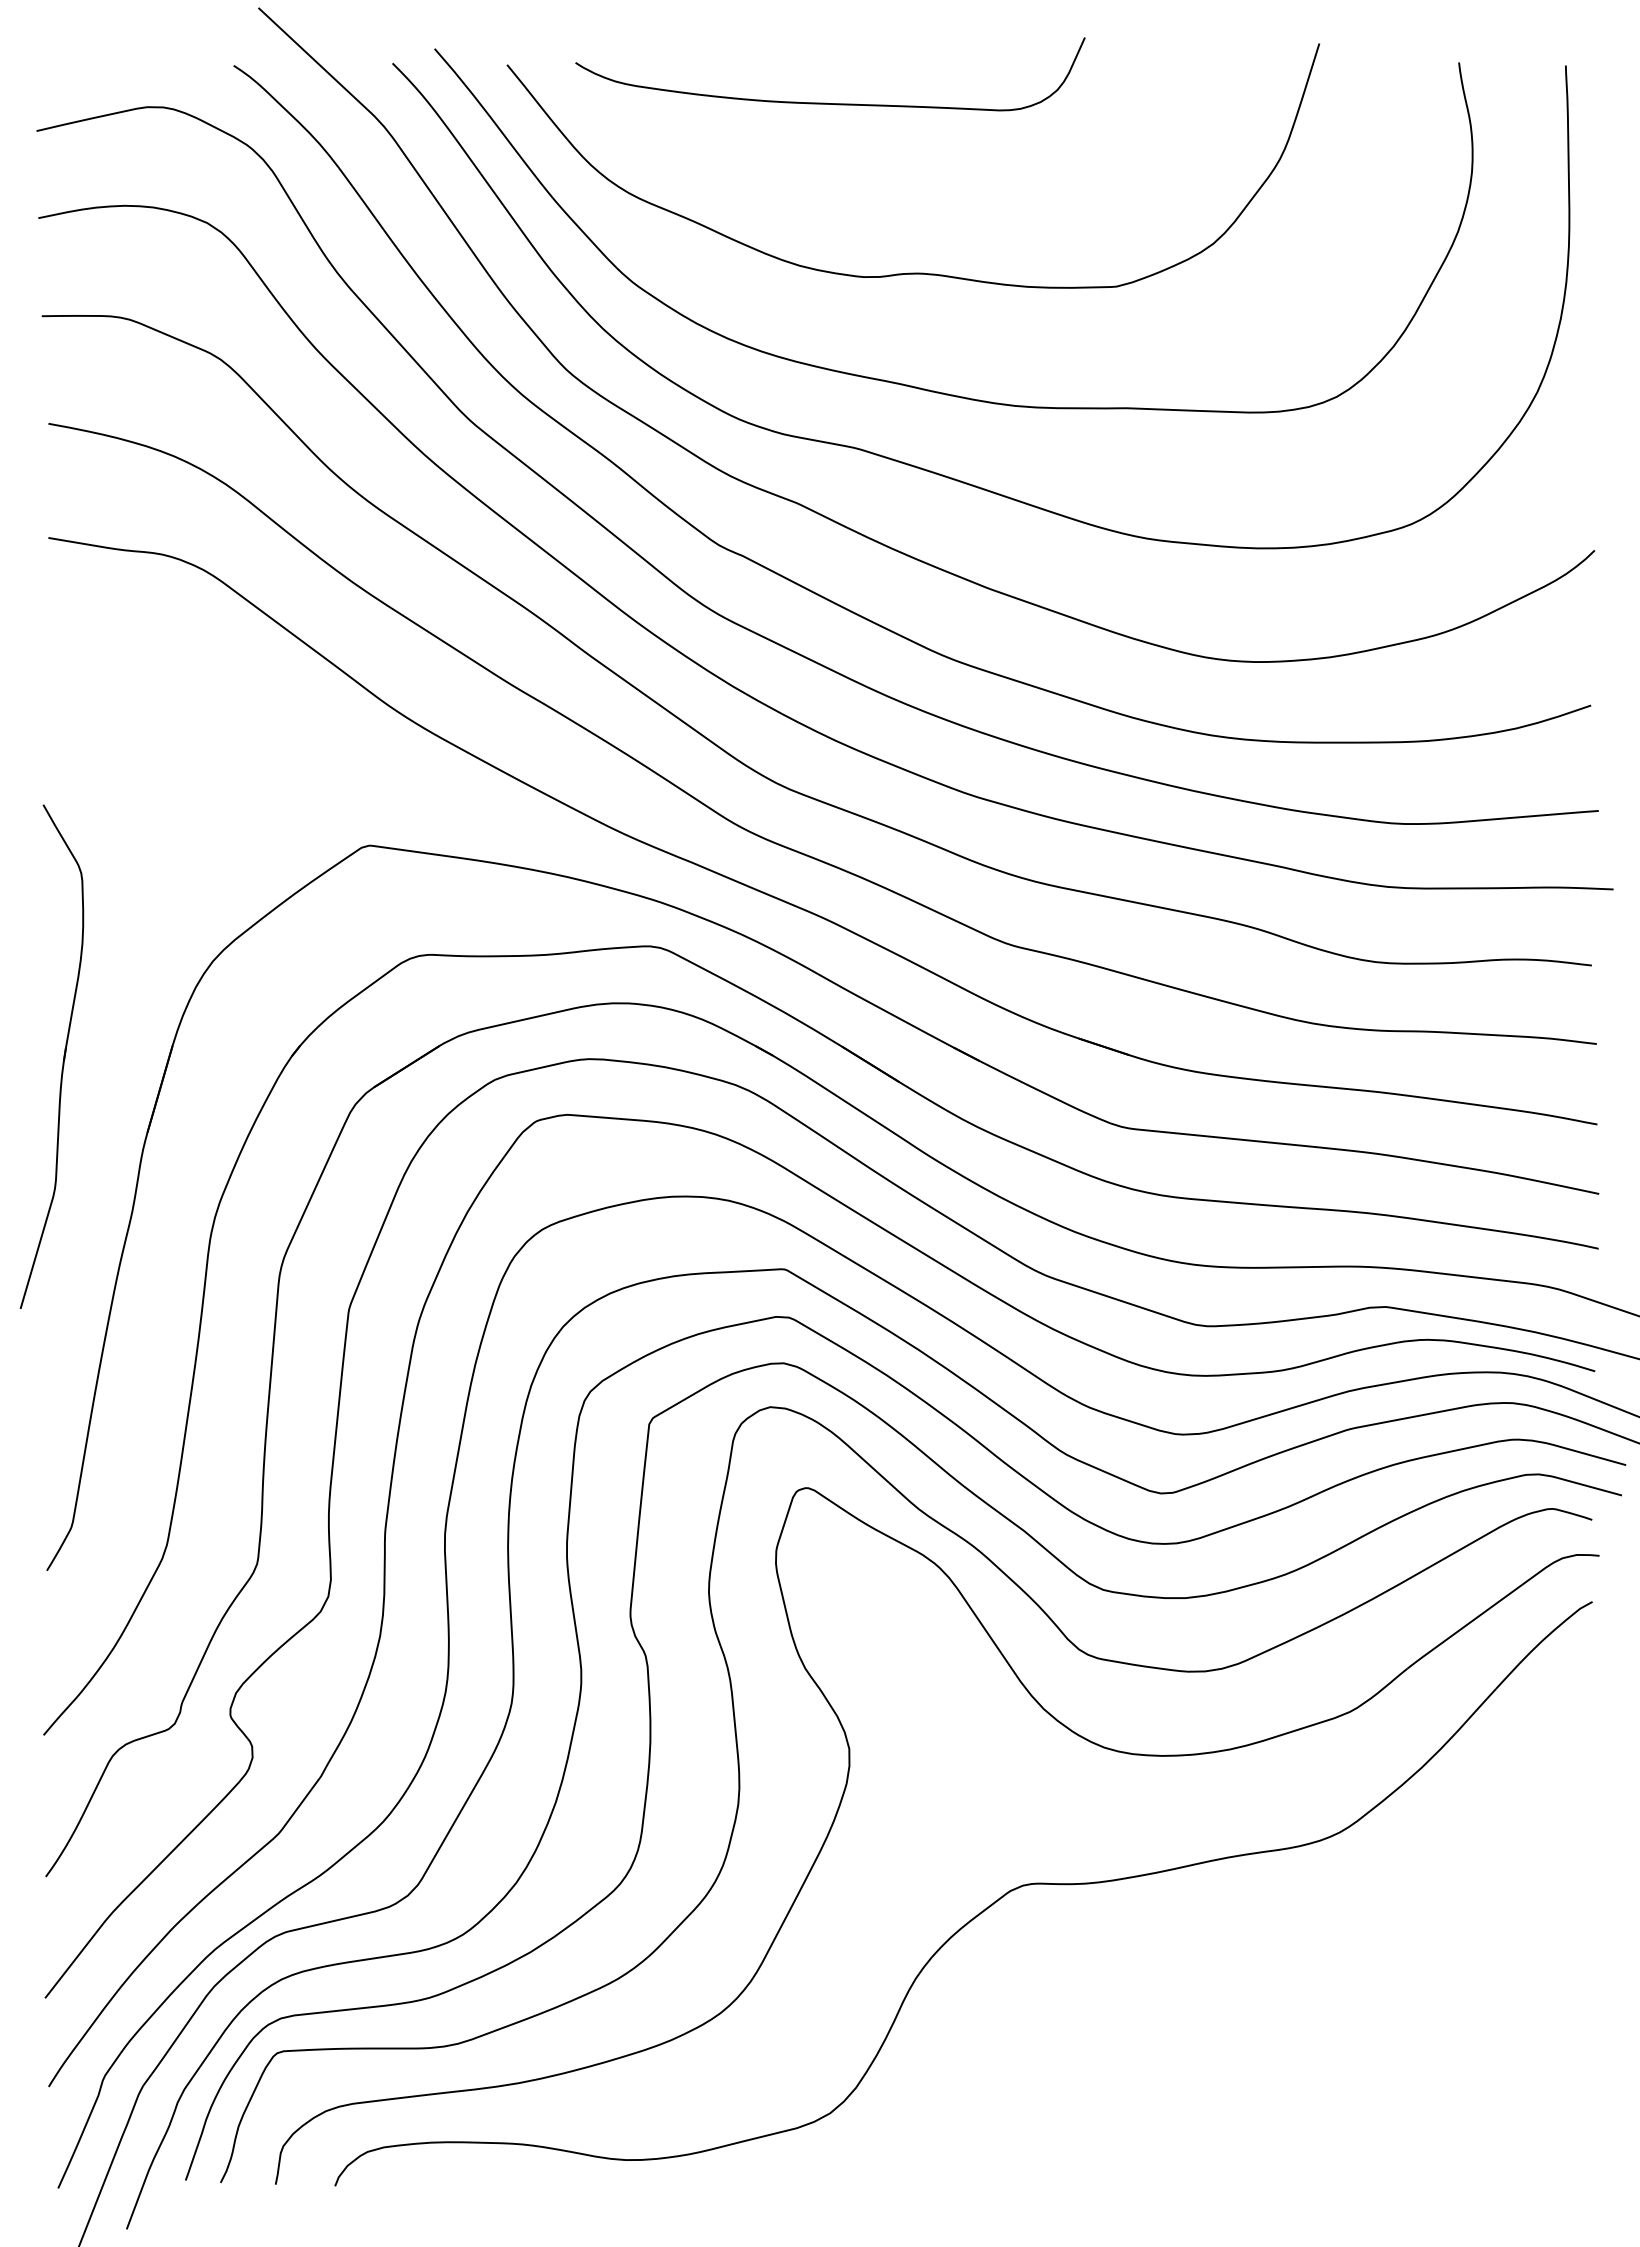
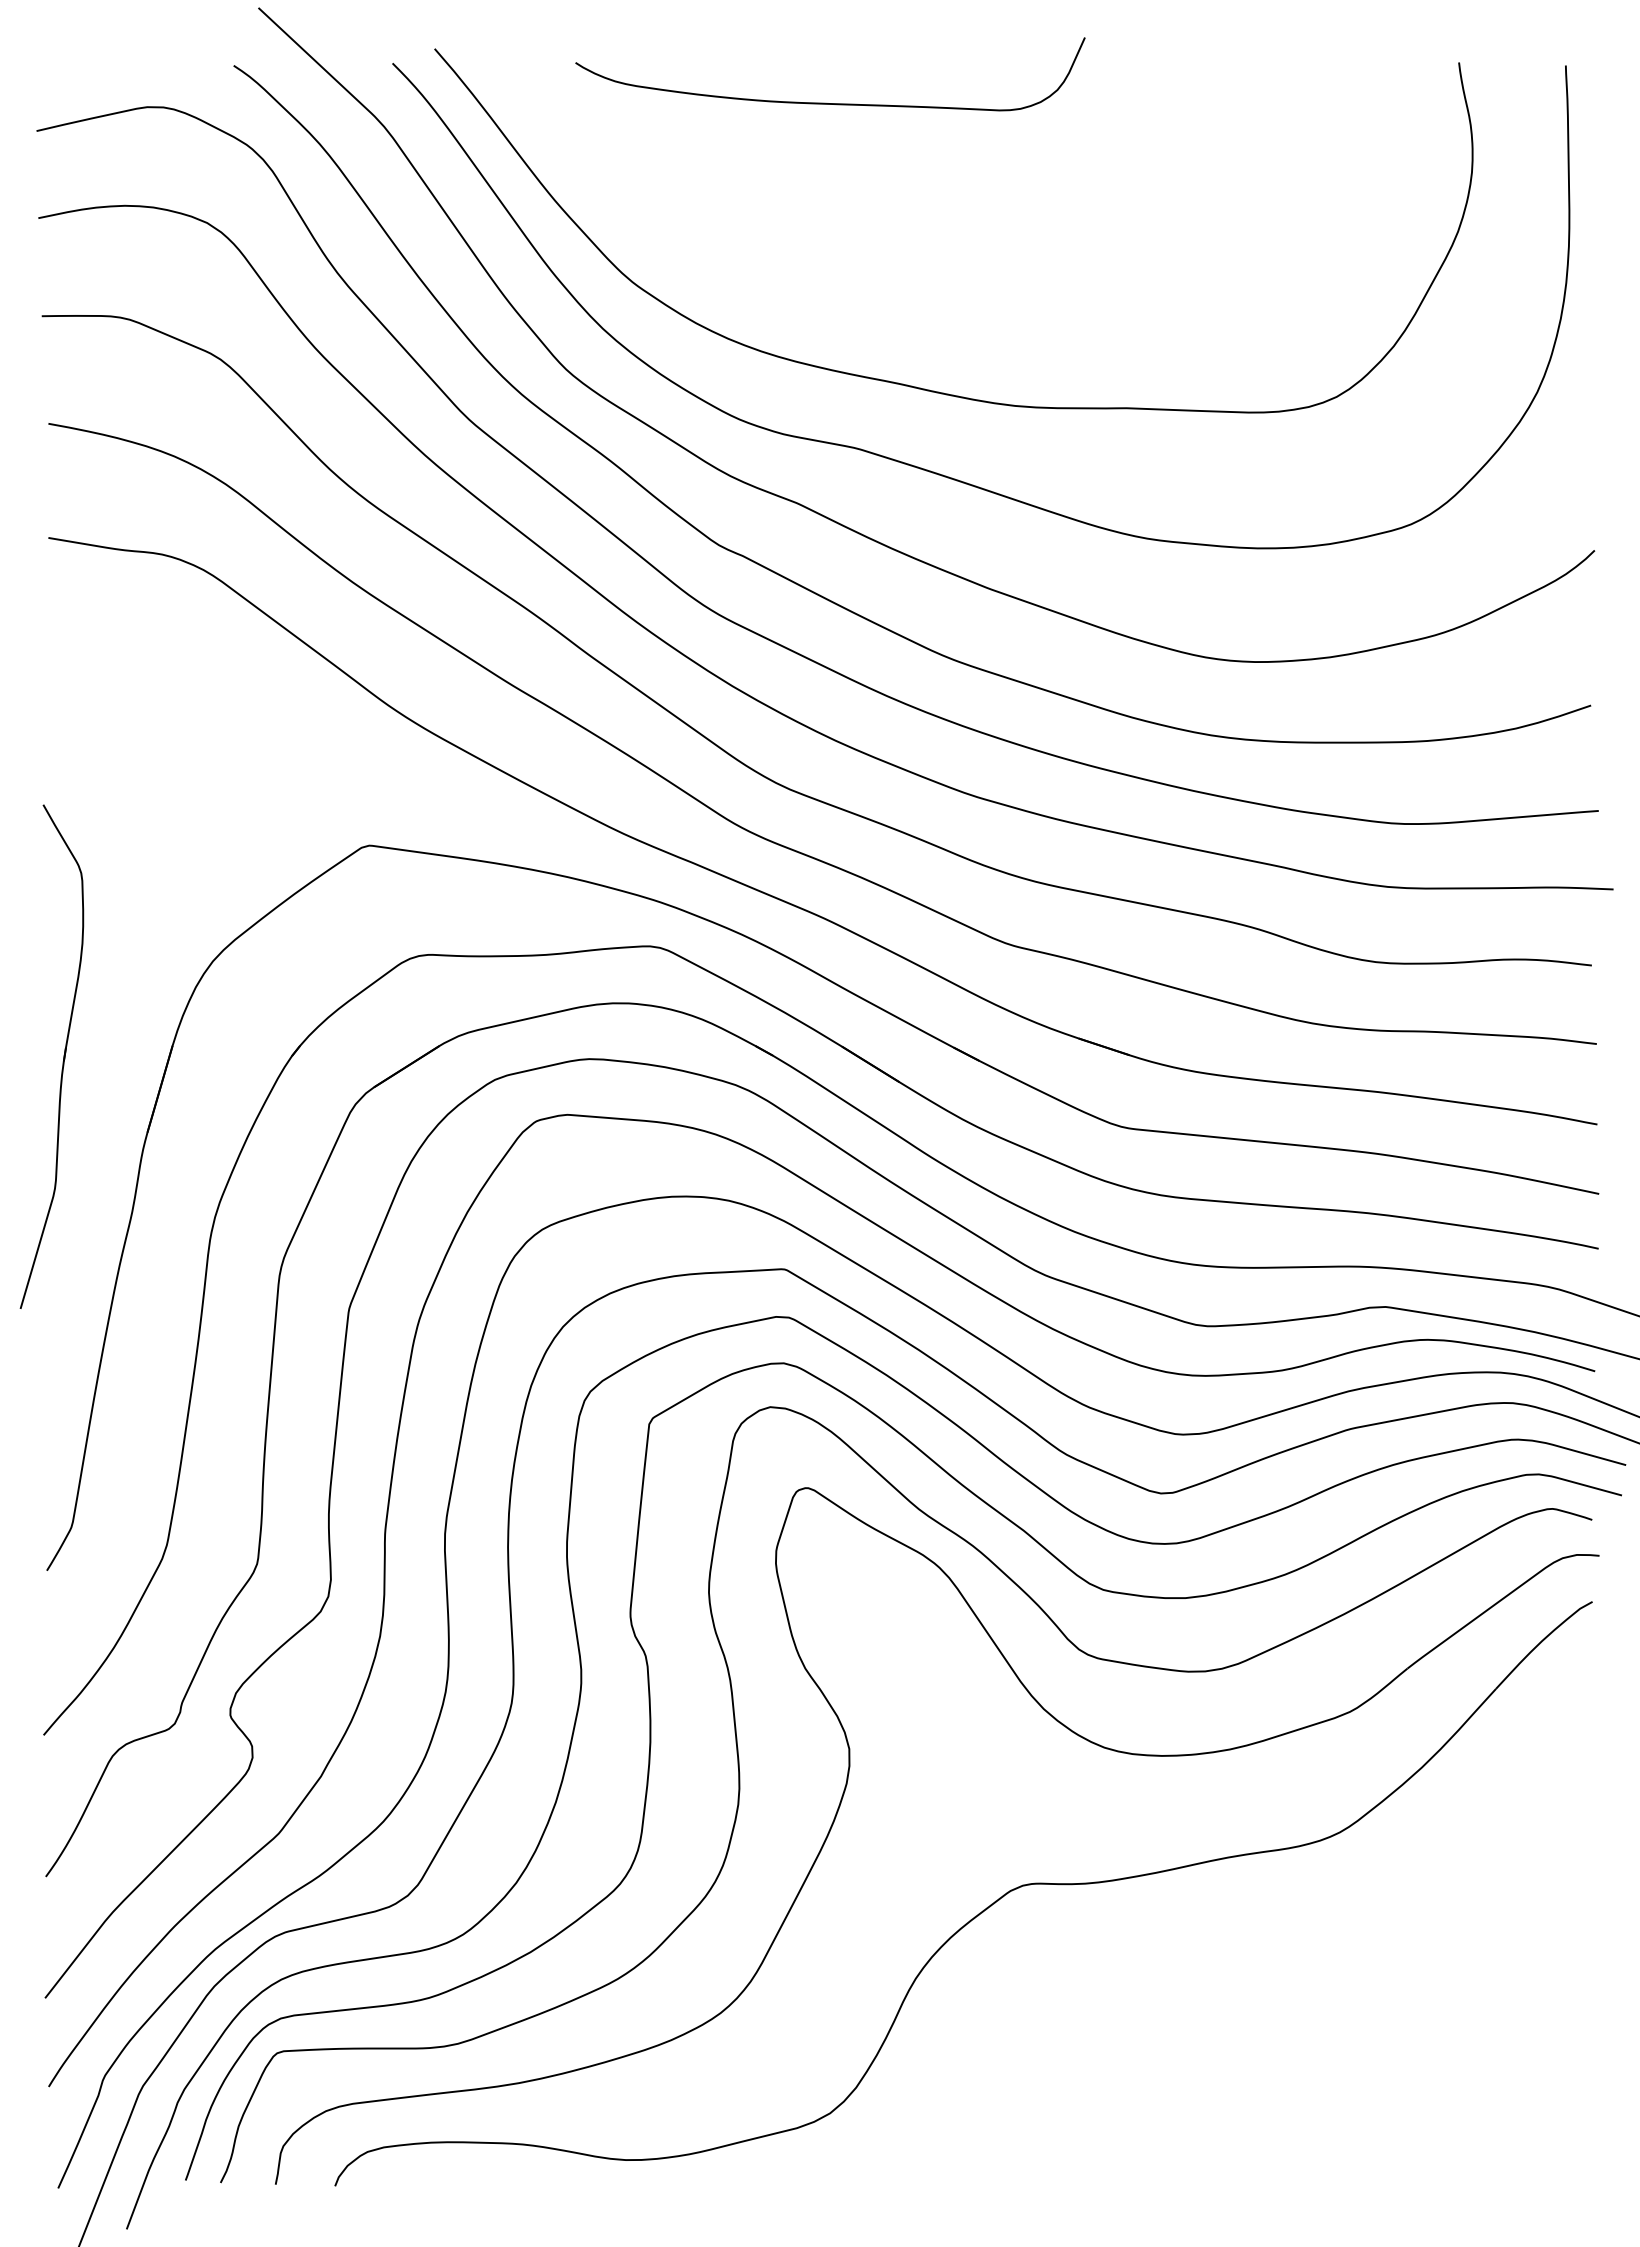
curve at (913, 272): present -> none
